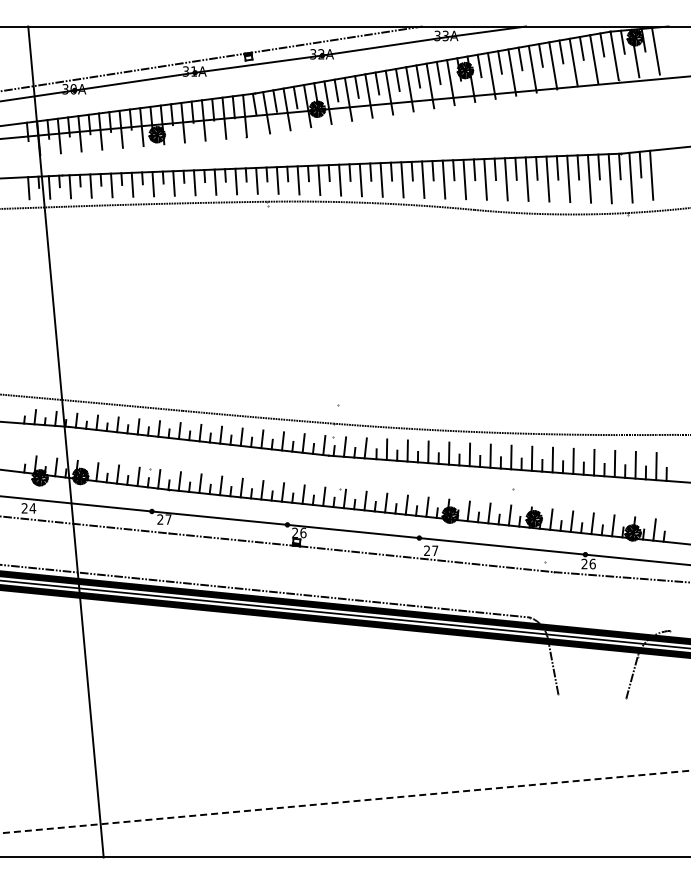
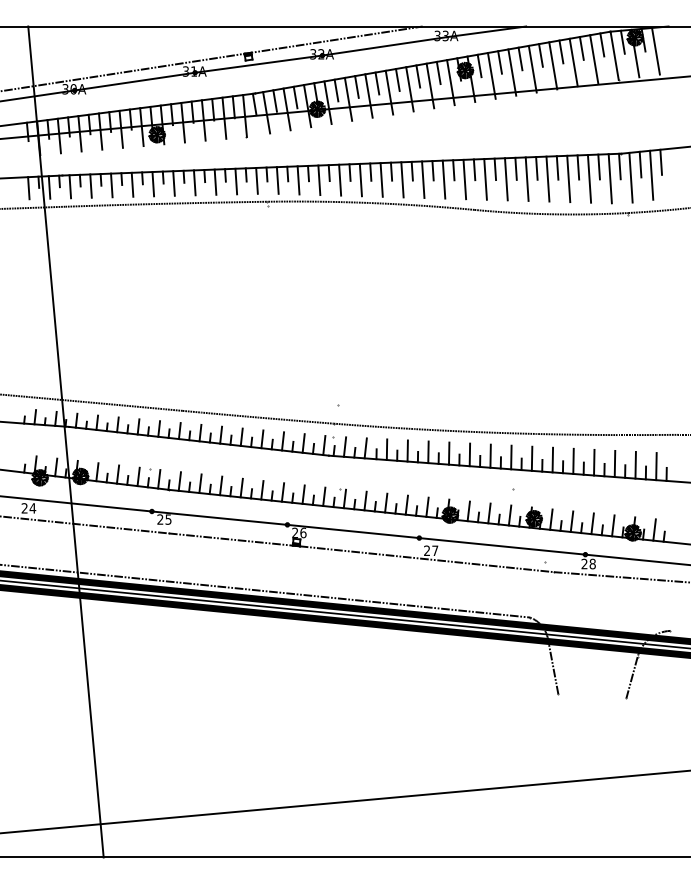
line at (661, 161): none -> present
text at (168, 519): 27 -> 25
text at (592, 563): 26 -> 28
line at (344, 802): dashed -> solid
